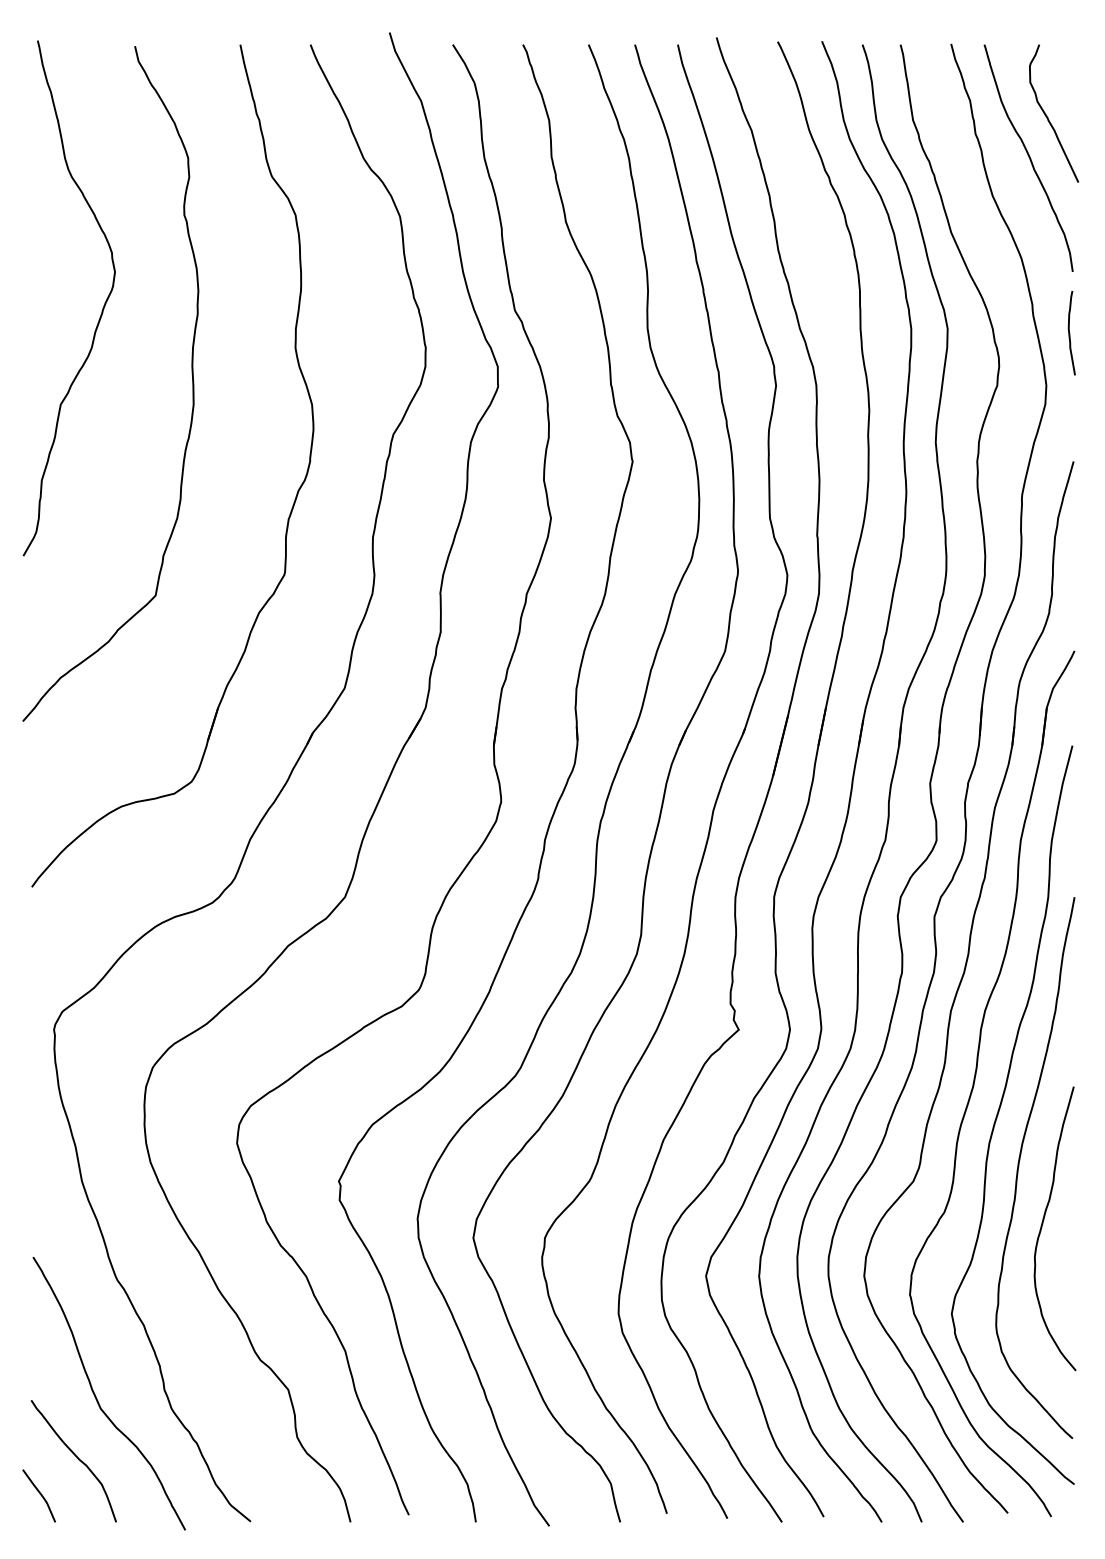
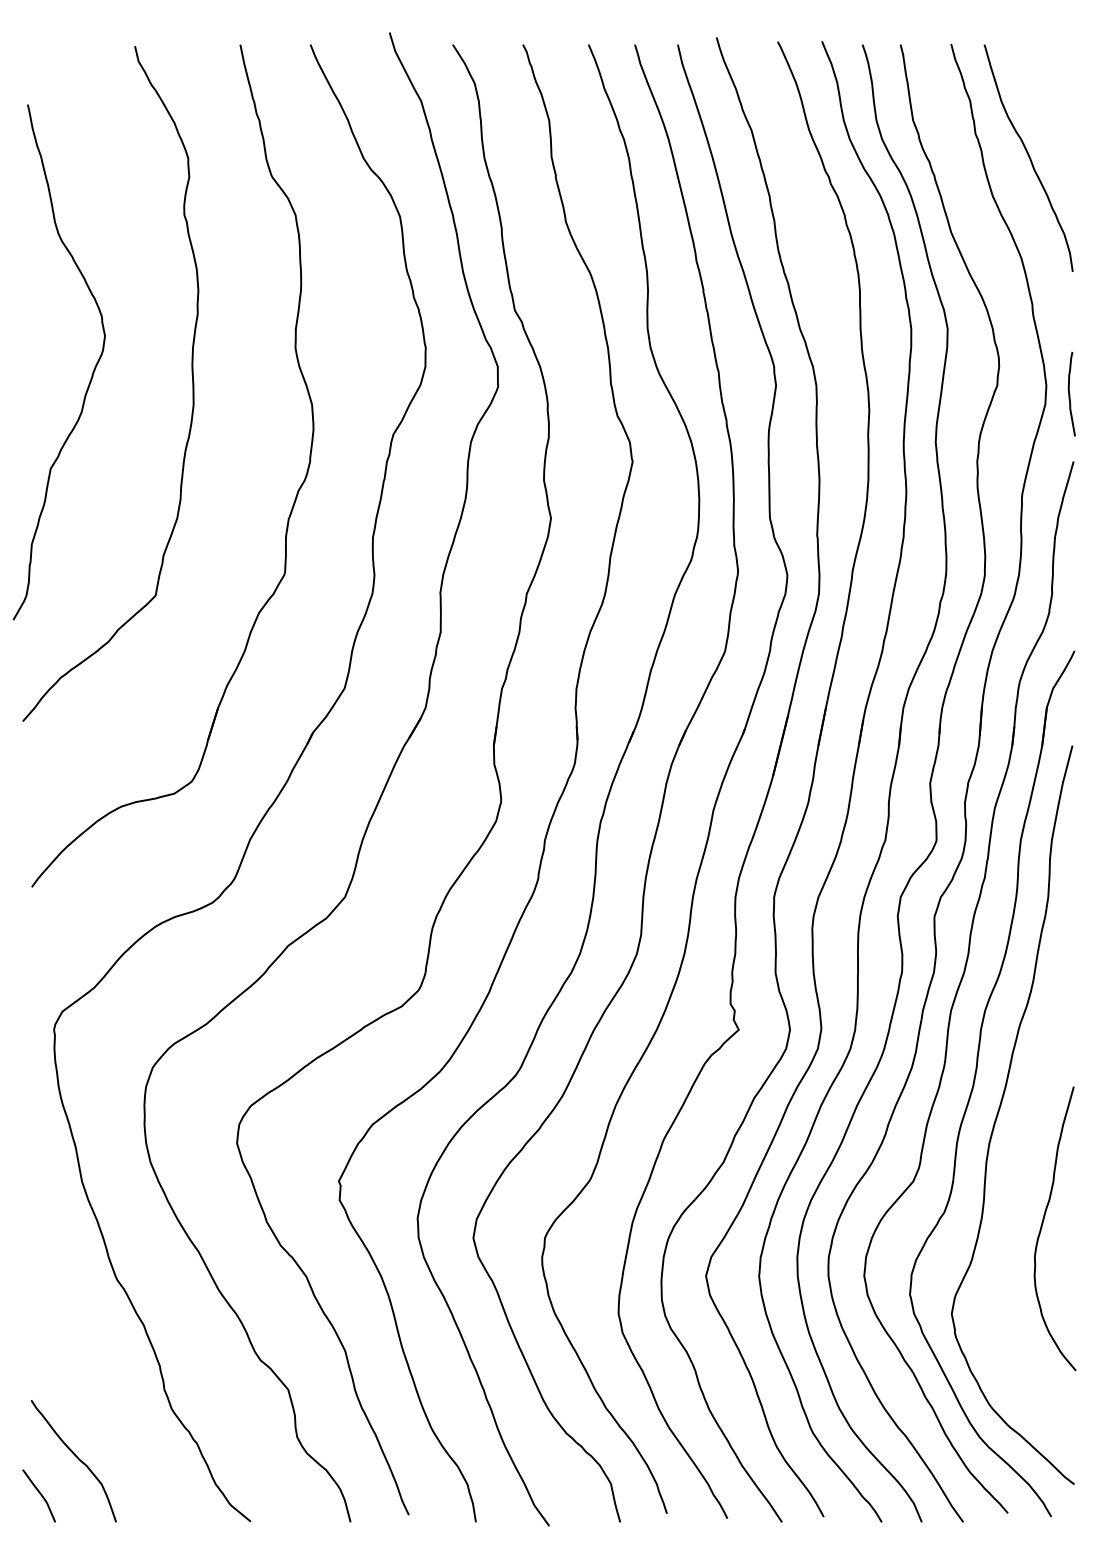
curve at (1047, 115): present -> none
curve at (101, 310) position: (101, 310) -> (91, 374)
curve at (1070, 333) position: (1070, 333) -> (1070, 394)
curve at (1019, 1166): present -> none
curve at (97, 1398): present -> none
